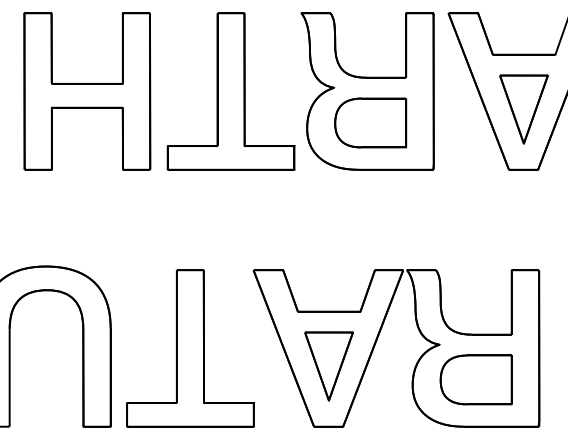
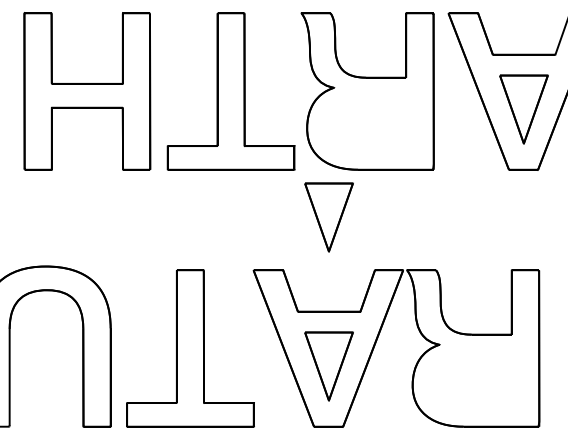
part at (370, 122): present -> none
part at (328, 217): none -> present
part at (475, 379): present -> none
